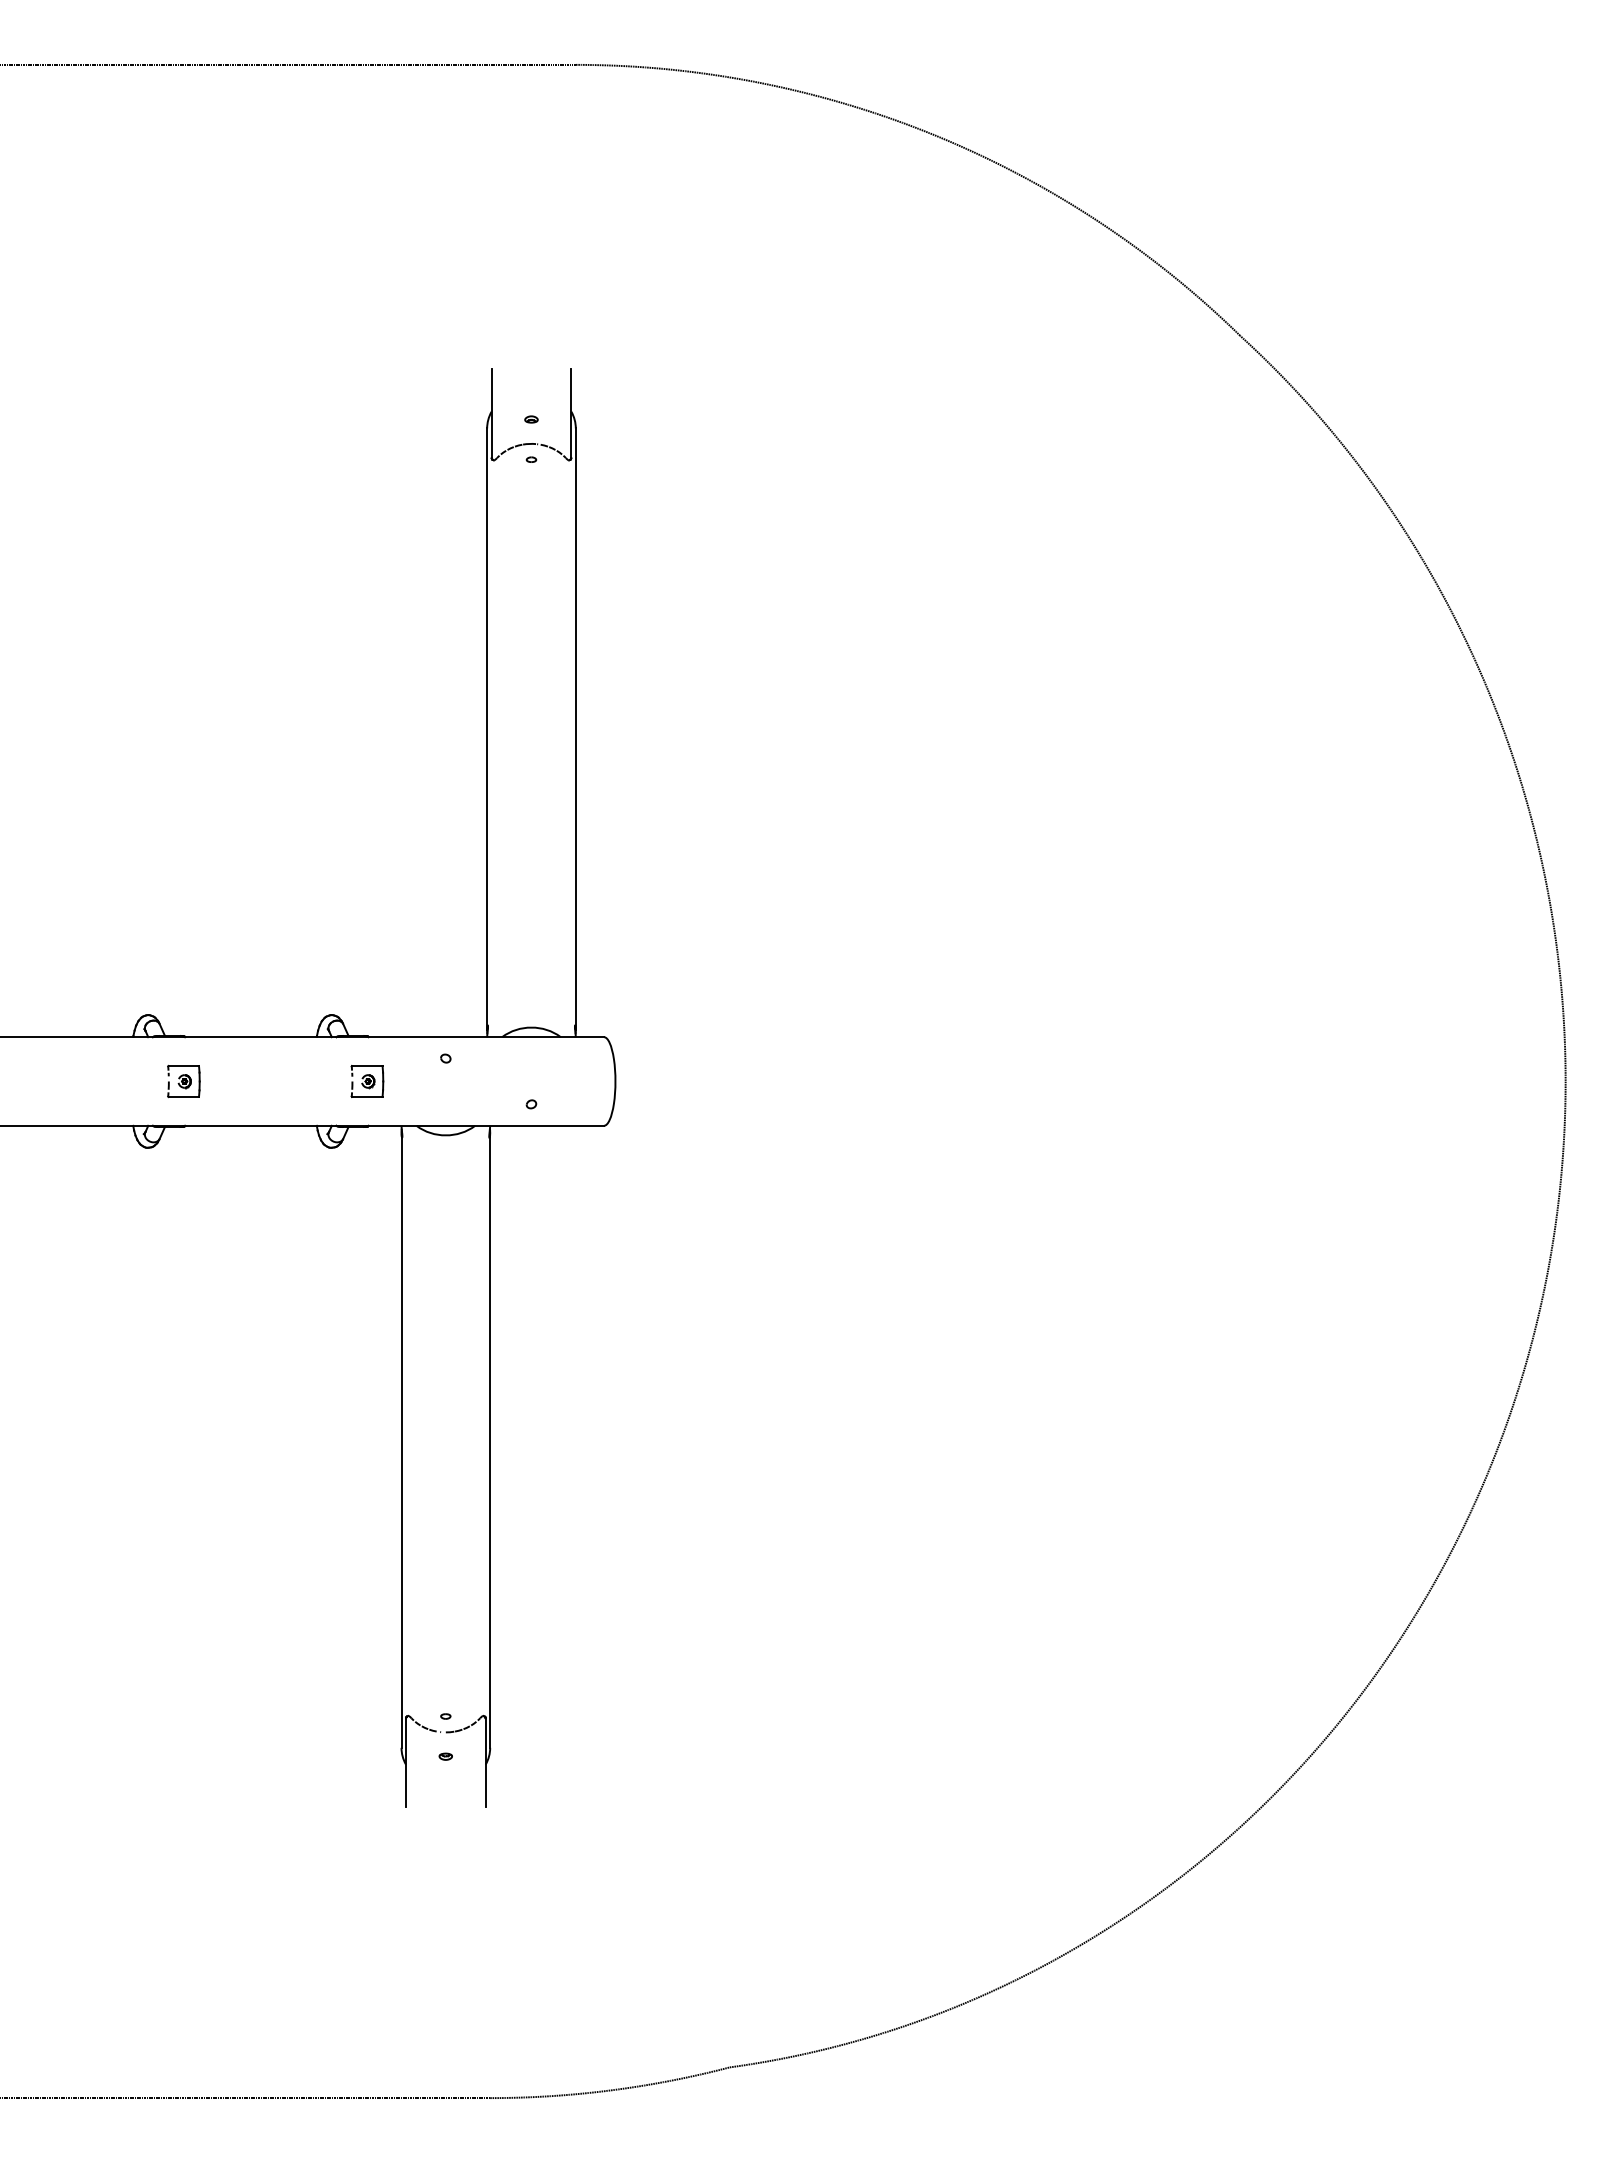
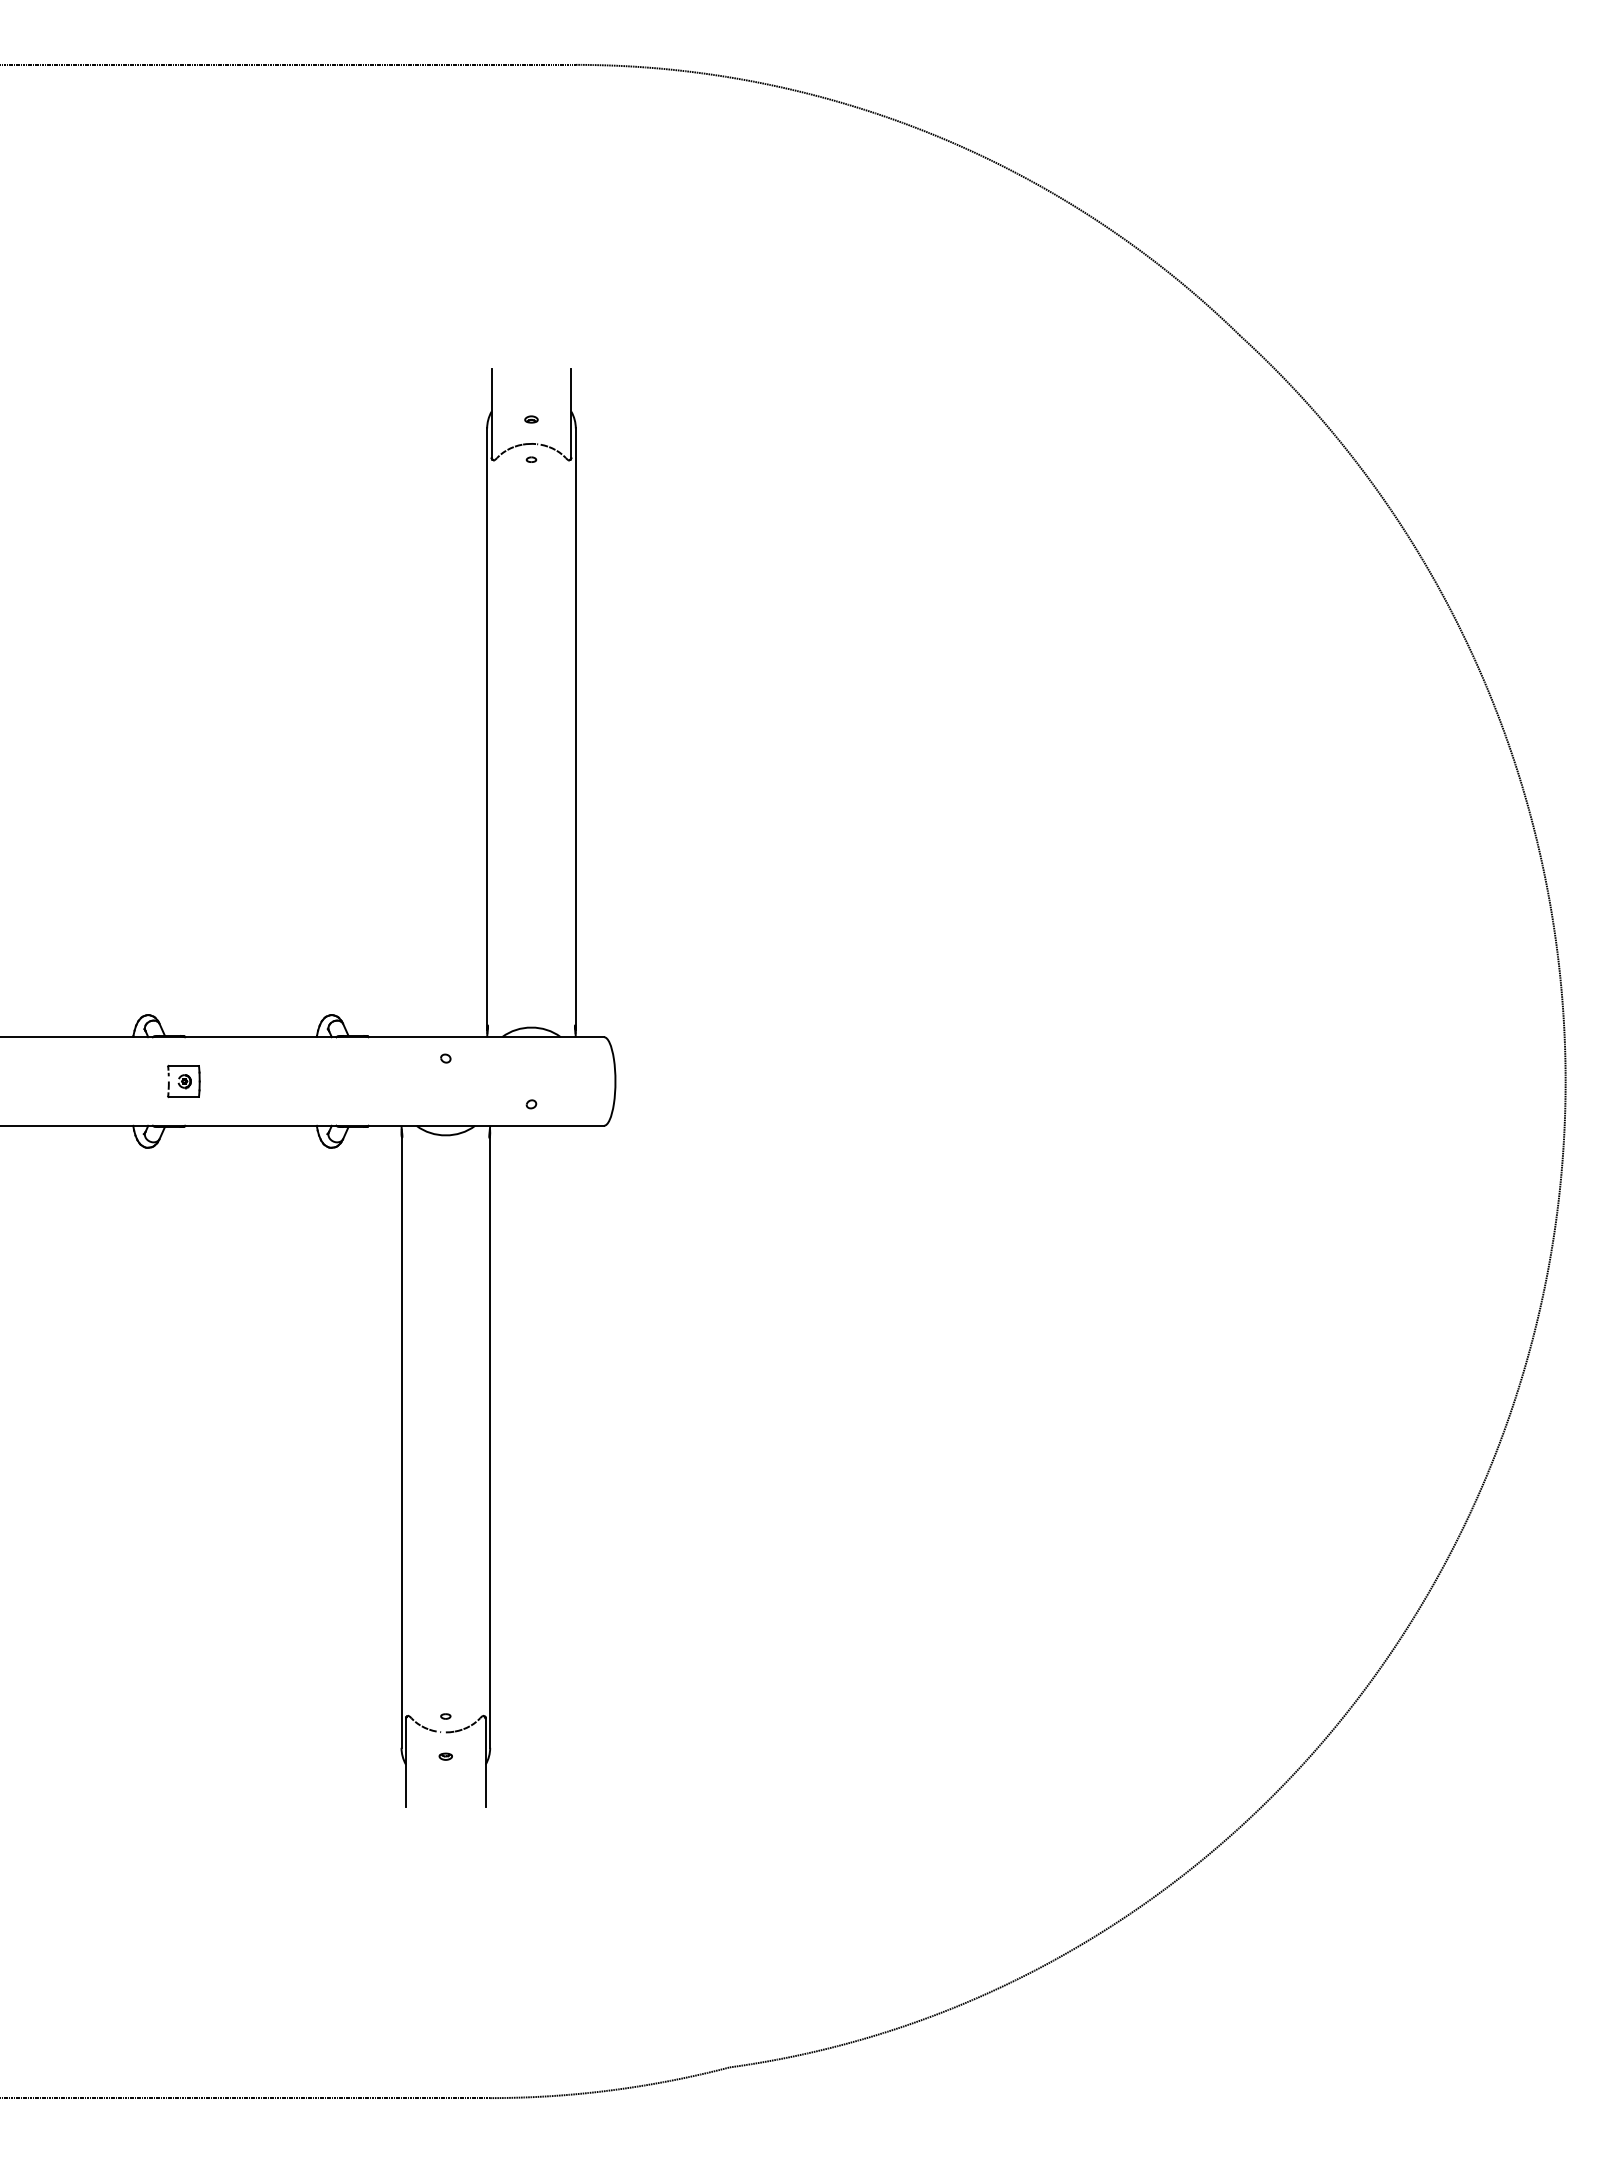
part at (367, 1081): present -> none
